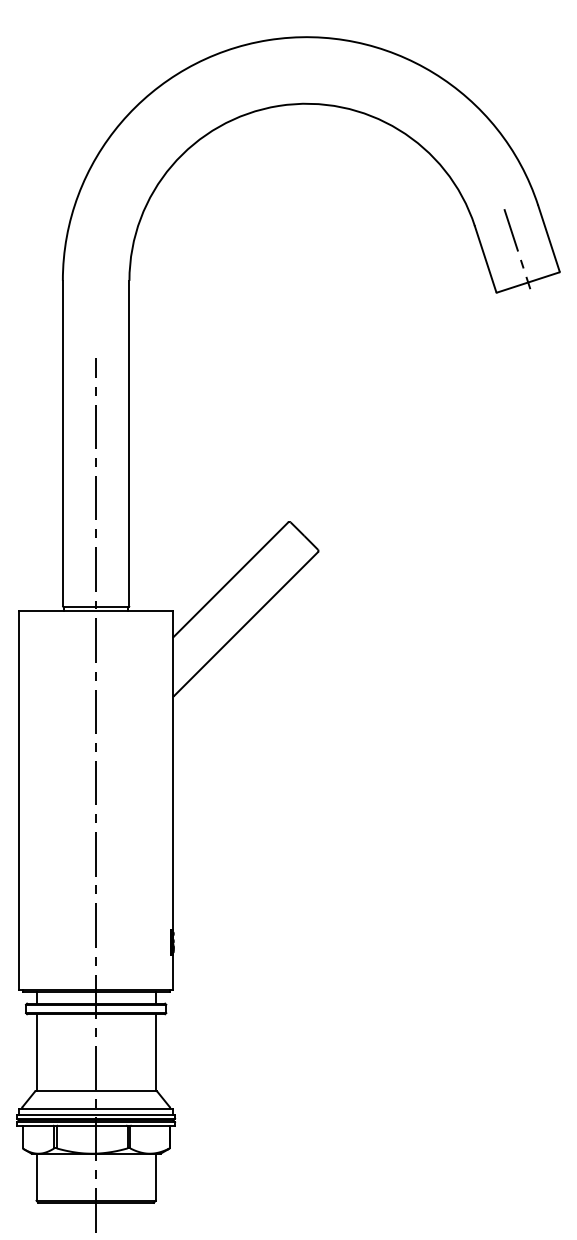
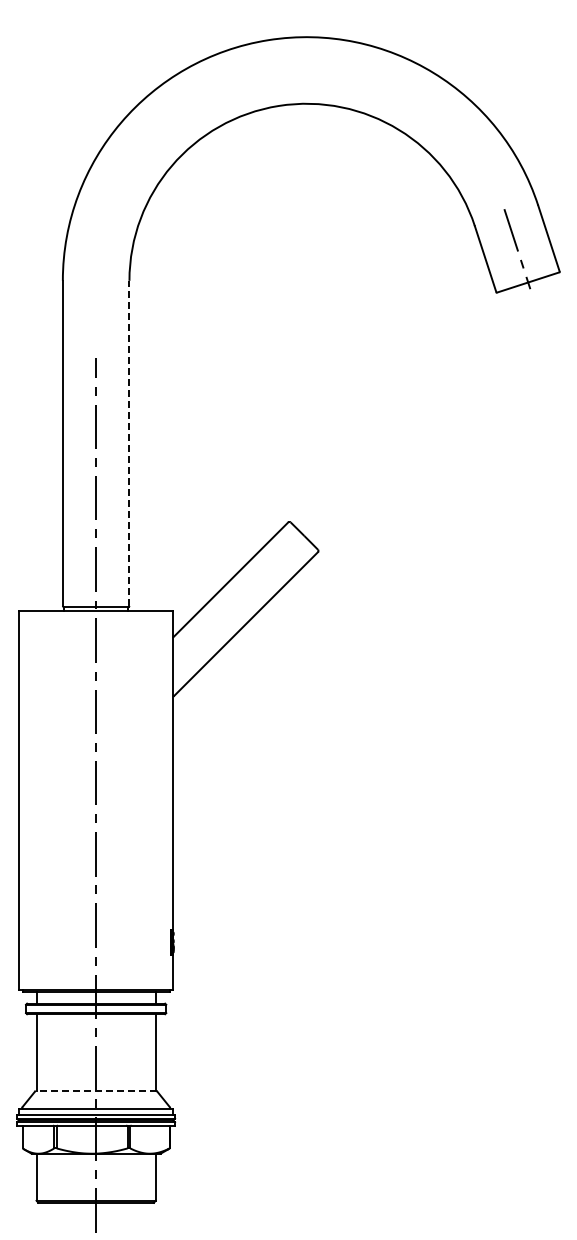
line at (129, 443): solid -> dashed
line at (95, 1091): solid -> dashed
